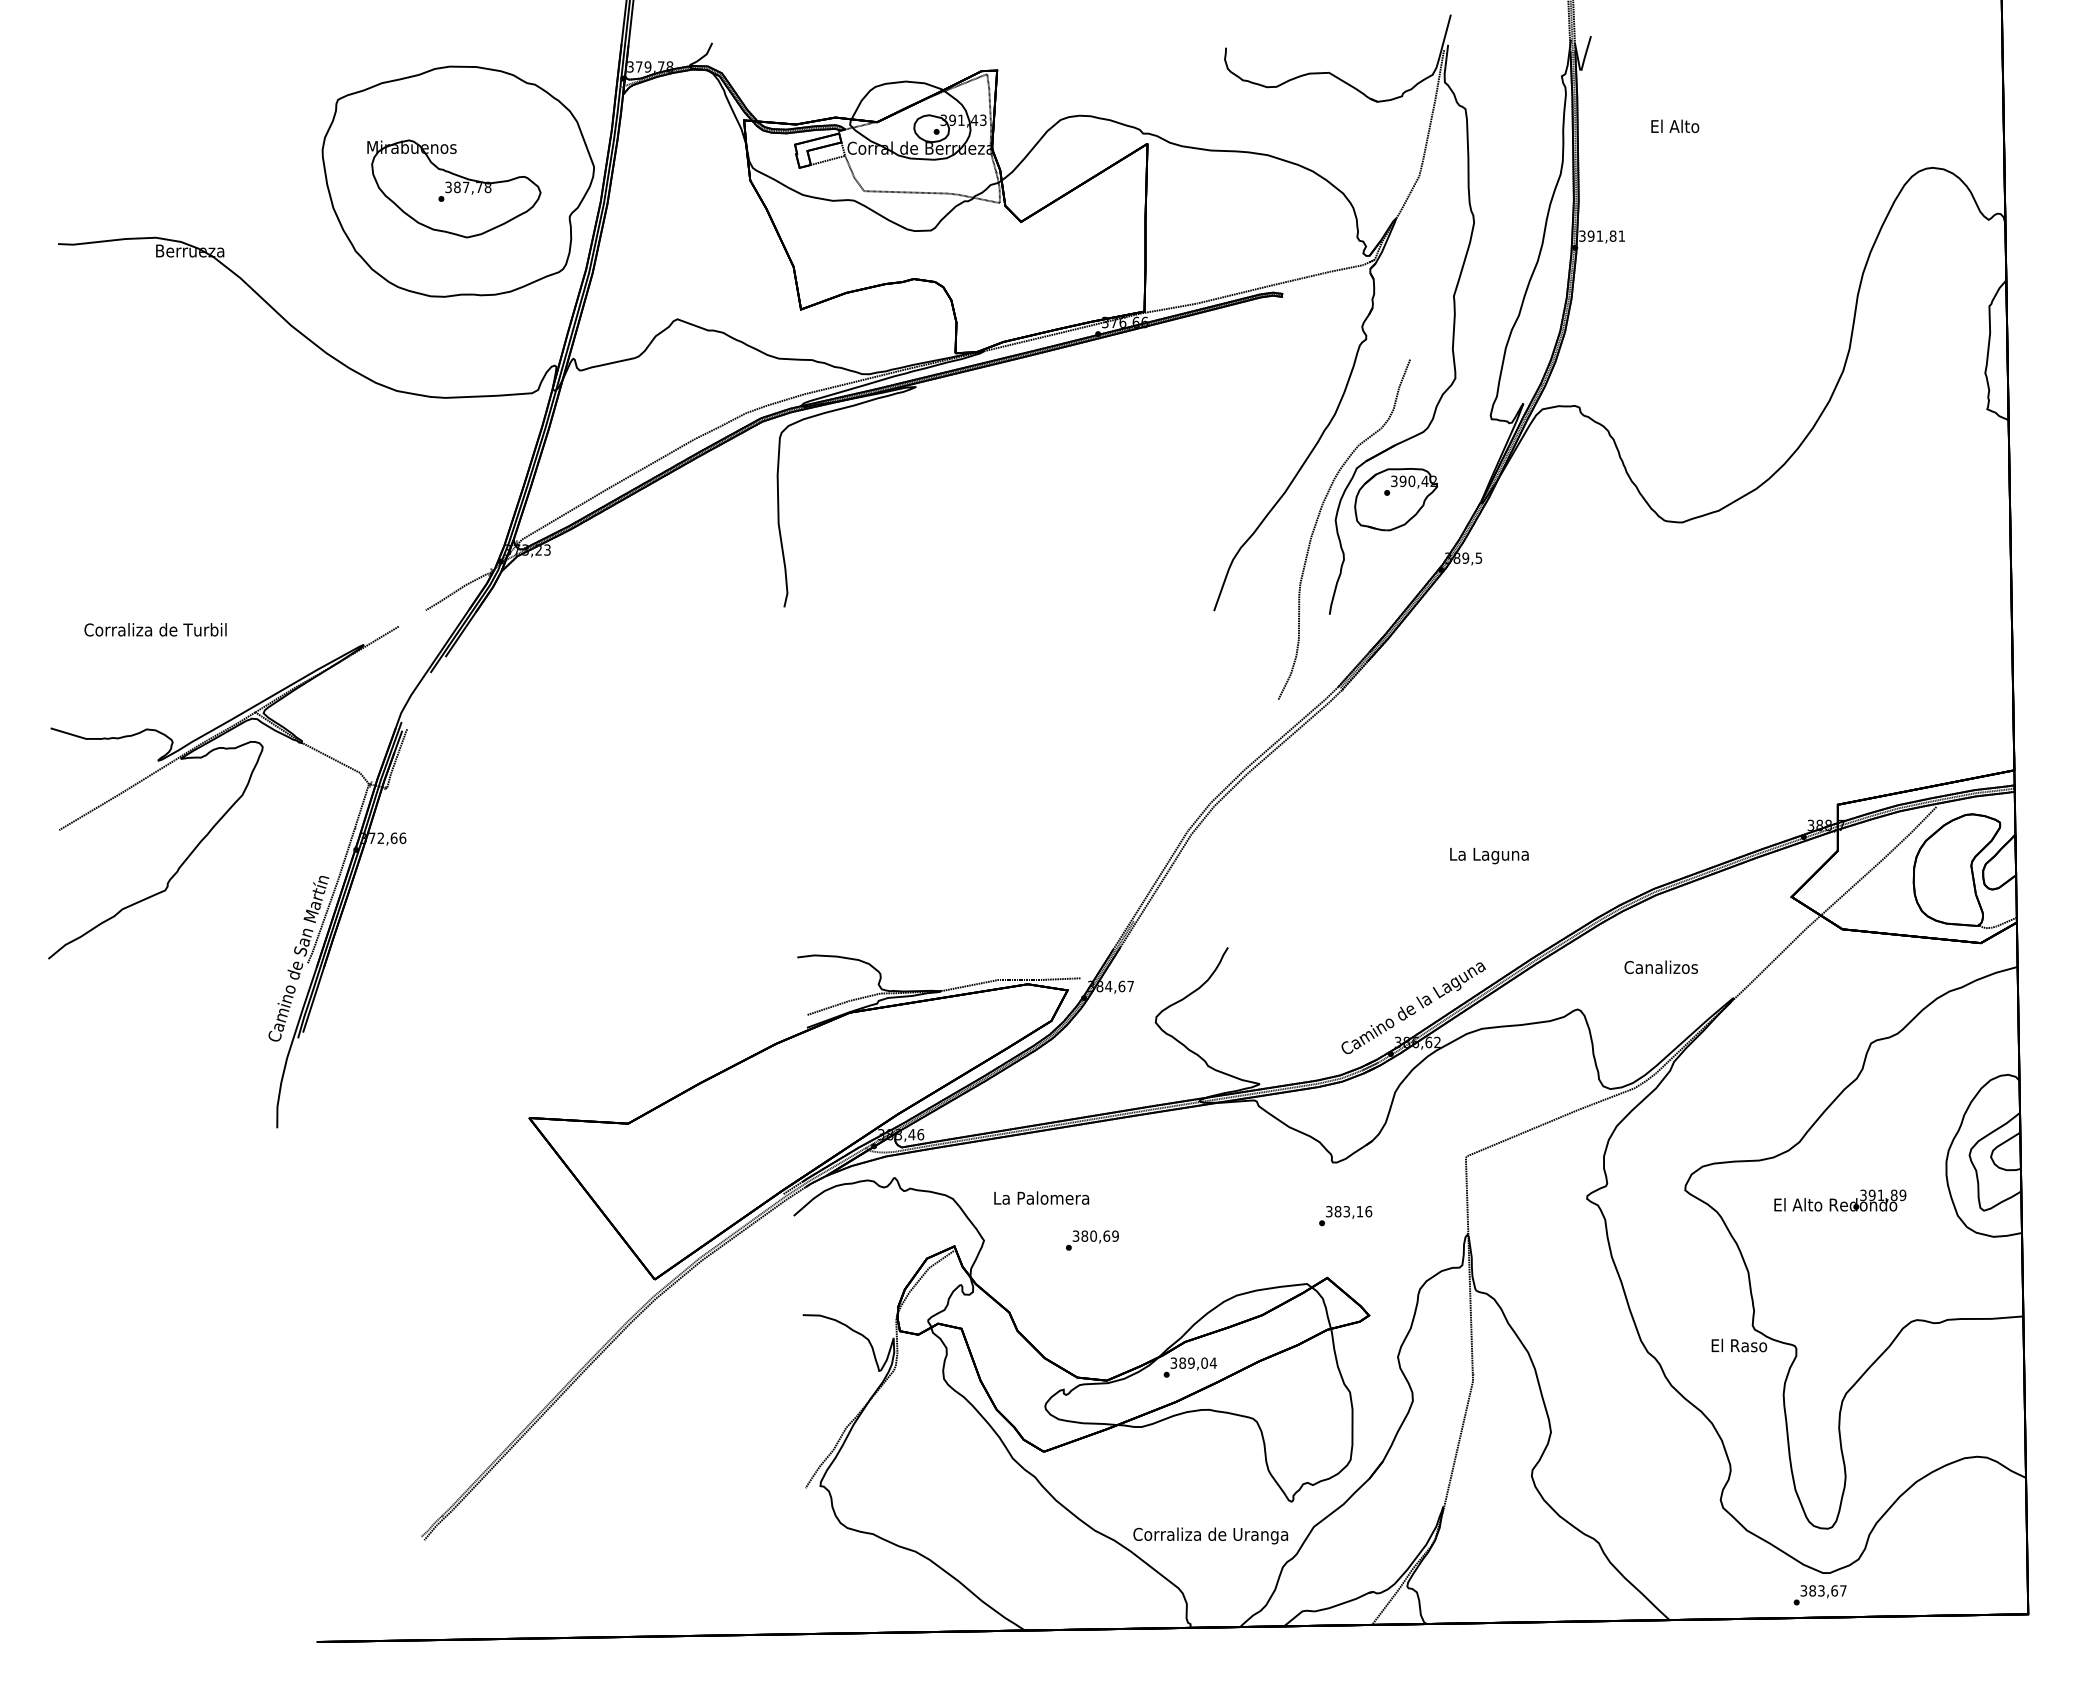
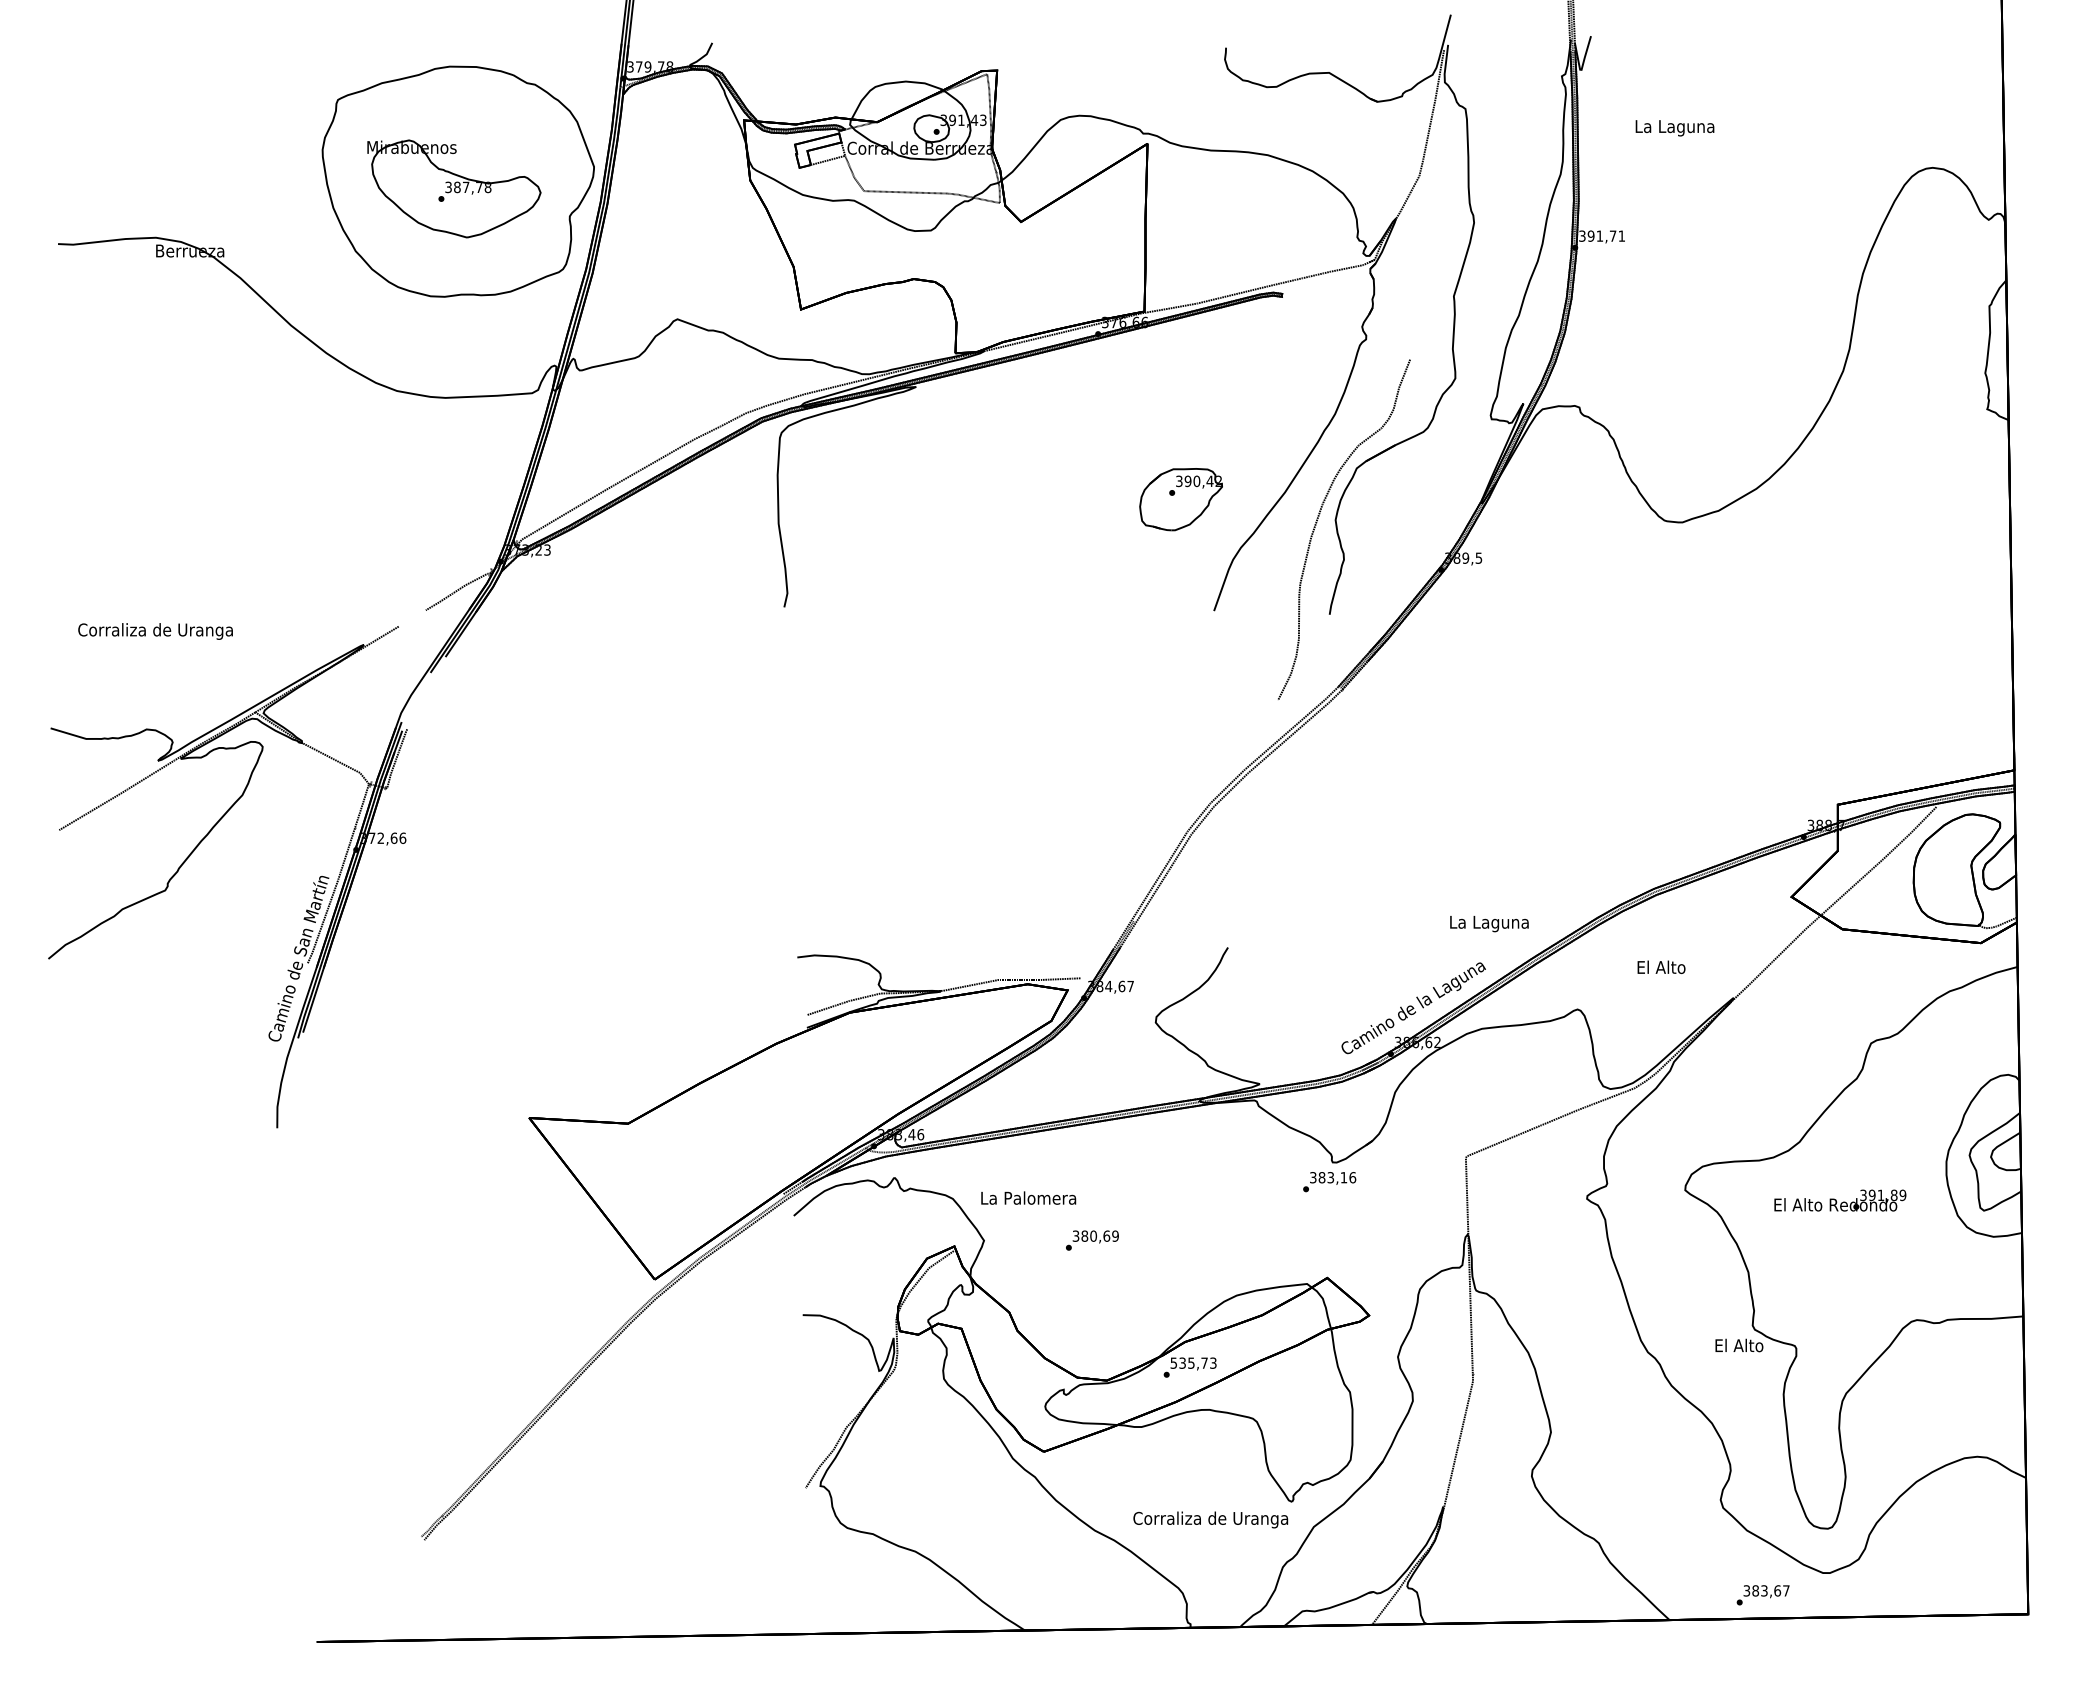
text at (1674, 127): El Alto -> La Laguna
text at (1612, 235): 391,81 -> 391,71
part at (1395, 499) position: (1395, 499) -> (1180, 499)
text at (155, 631): Corraliza de Turbil -> Corraliza de Uranga
text at (1489, 856) position: (1489, 856) -> (1489, 924)
text at (1660, 967): Canalizos -> El Alto
text at (1041, 1197) position: (1041, 1197) -> (1028, 1197)
text at (1345, 1216) position: (1345, 1216) -> (1329, 1182)
text at (1739, 1345): El Raso -> El Alto
text at (1193, 1362): 389,04 -> 535,73
text at (1210, 1535) position: (1210, 1535) -> (1210, 1519)
text at (1819, 1595) position: (1819, 1595) -> (1762, 1595)
